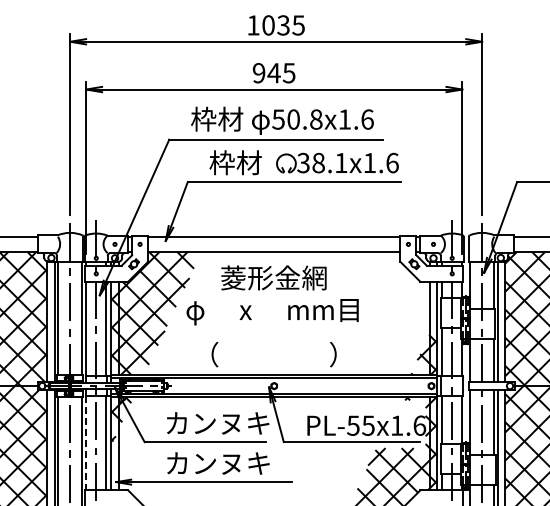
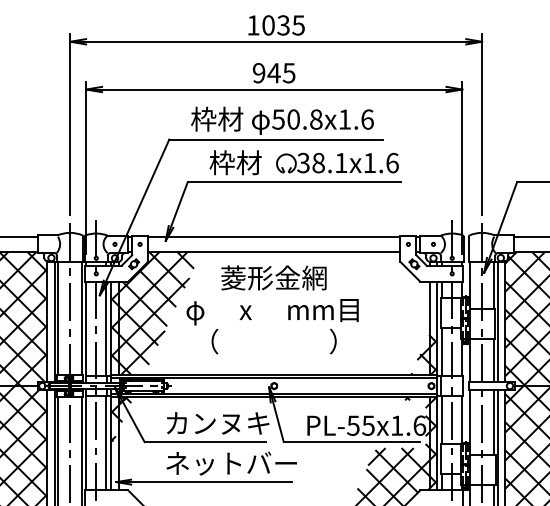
text at (273, 354) position: (273, 354) -> (273, 341)
line at (86, 443): dashed -> solid
text at (231, 463): カンヌキ -> ネットバー
